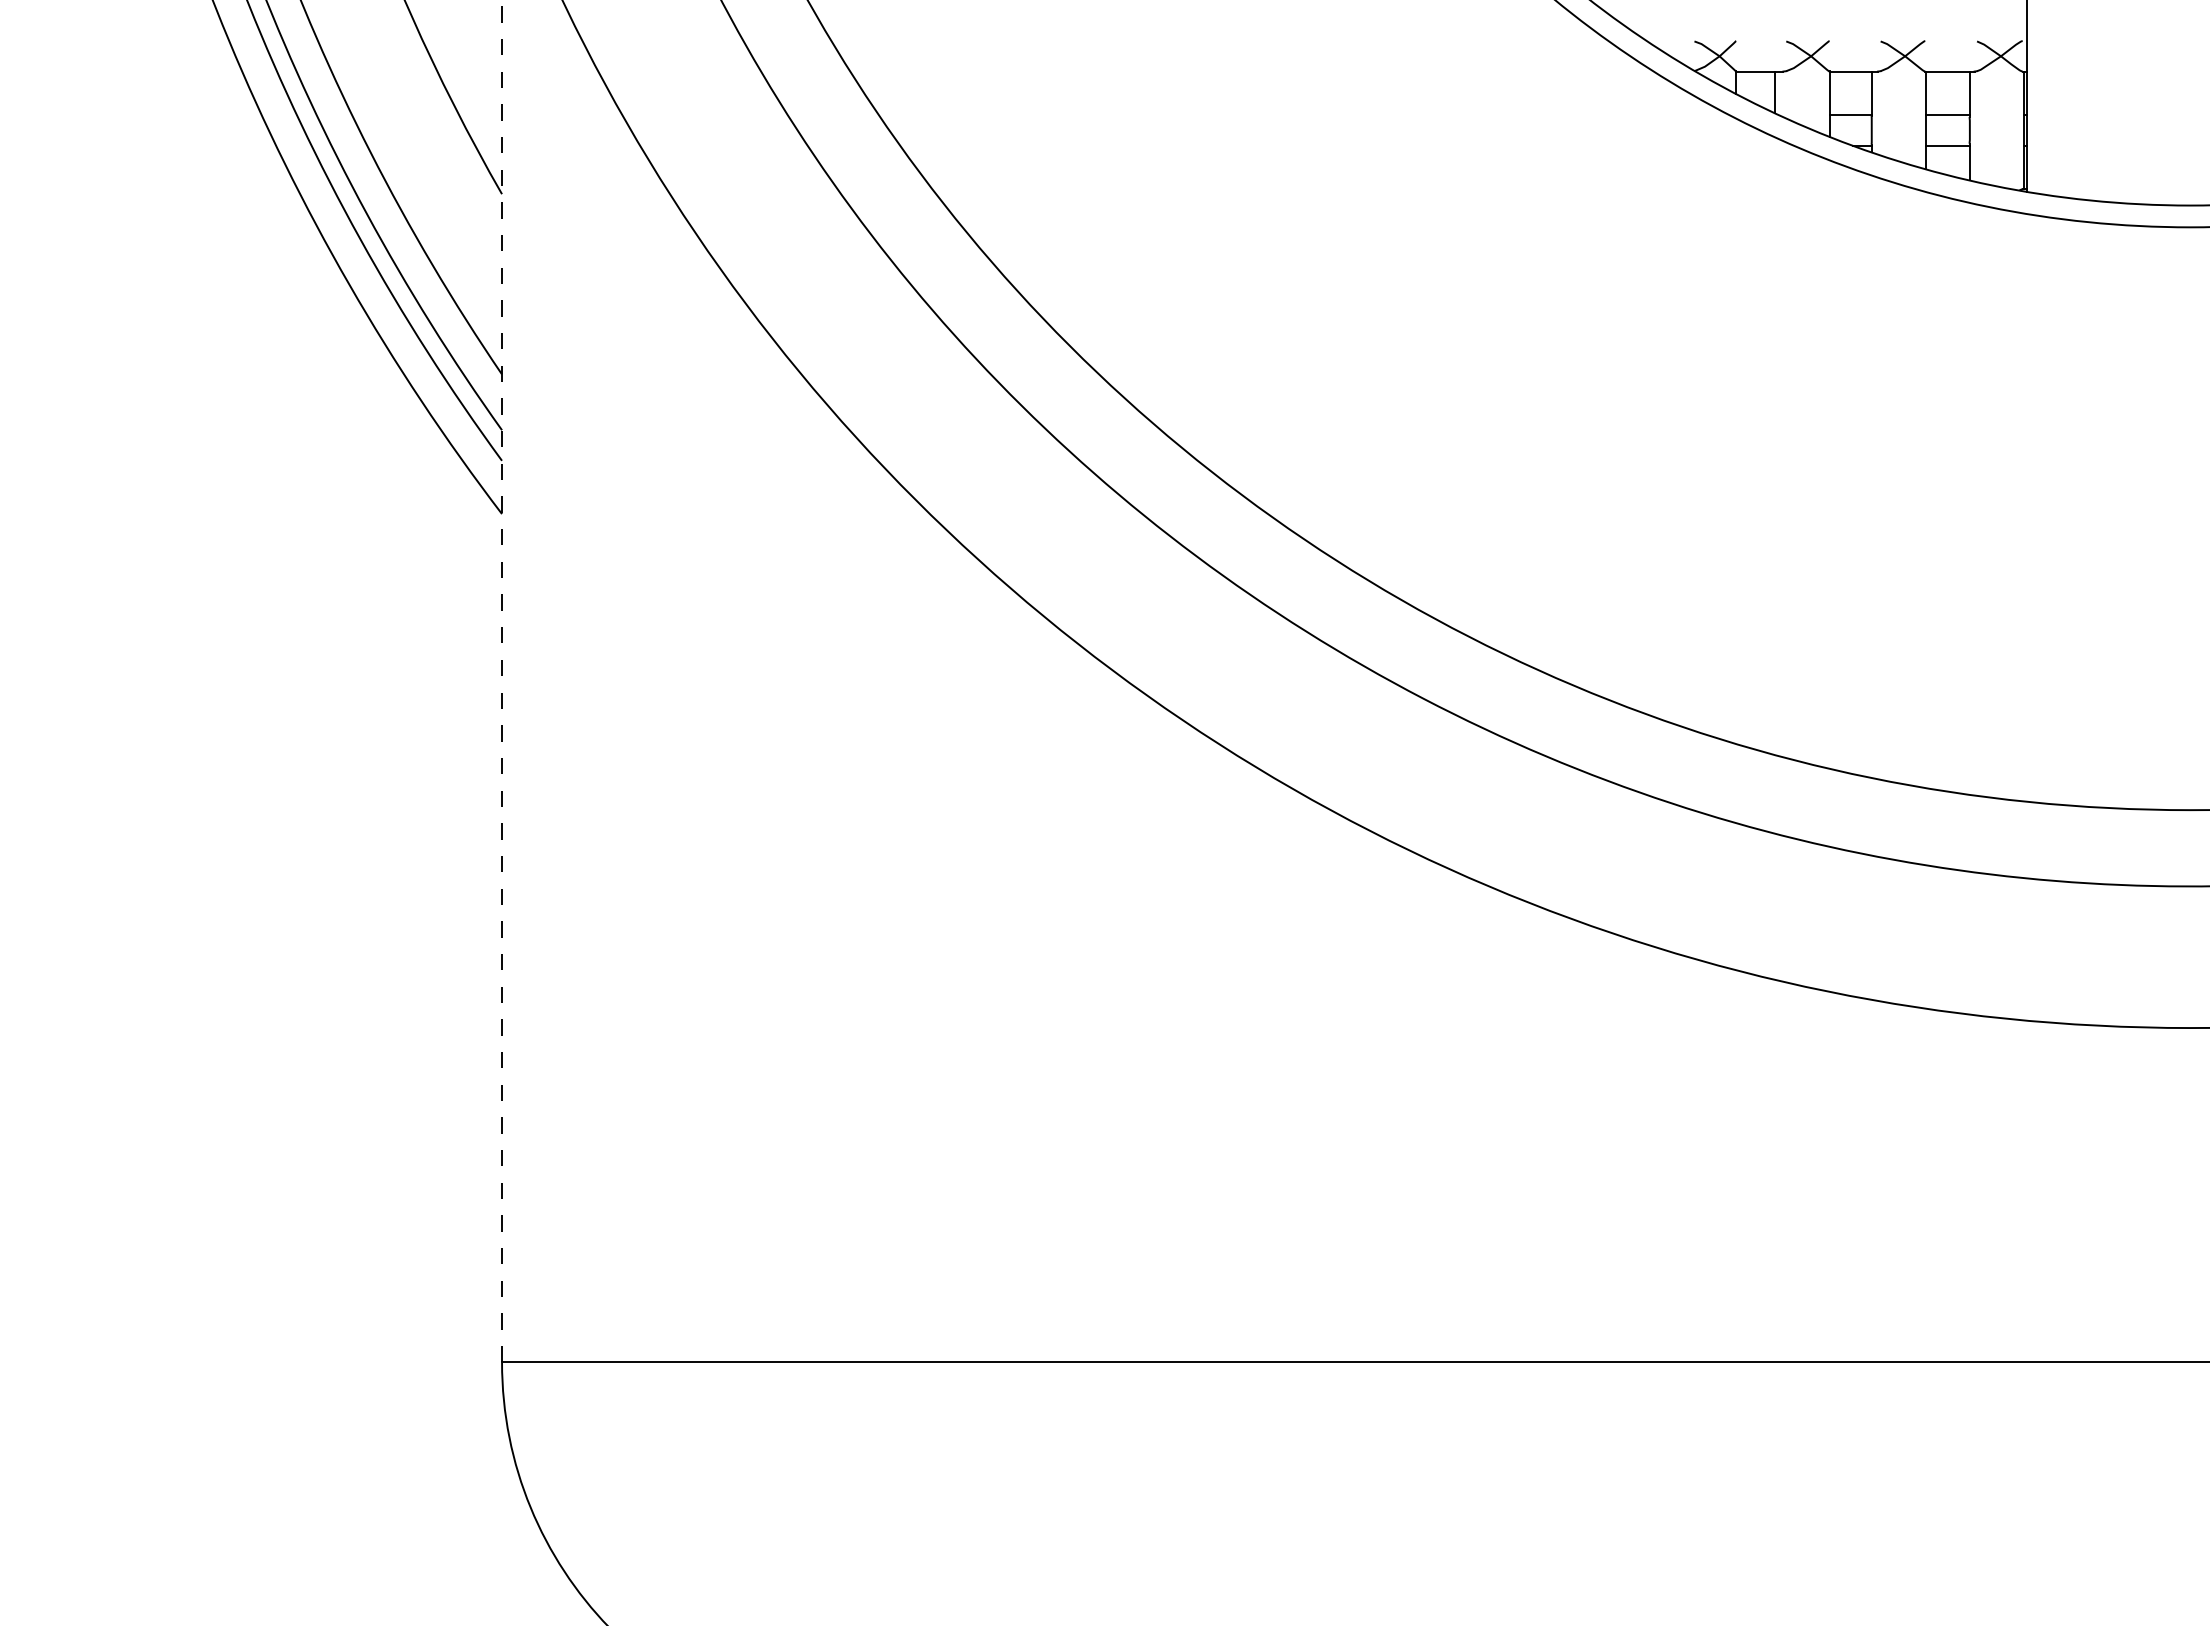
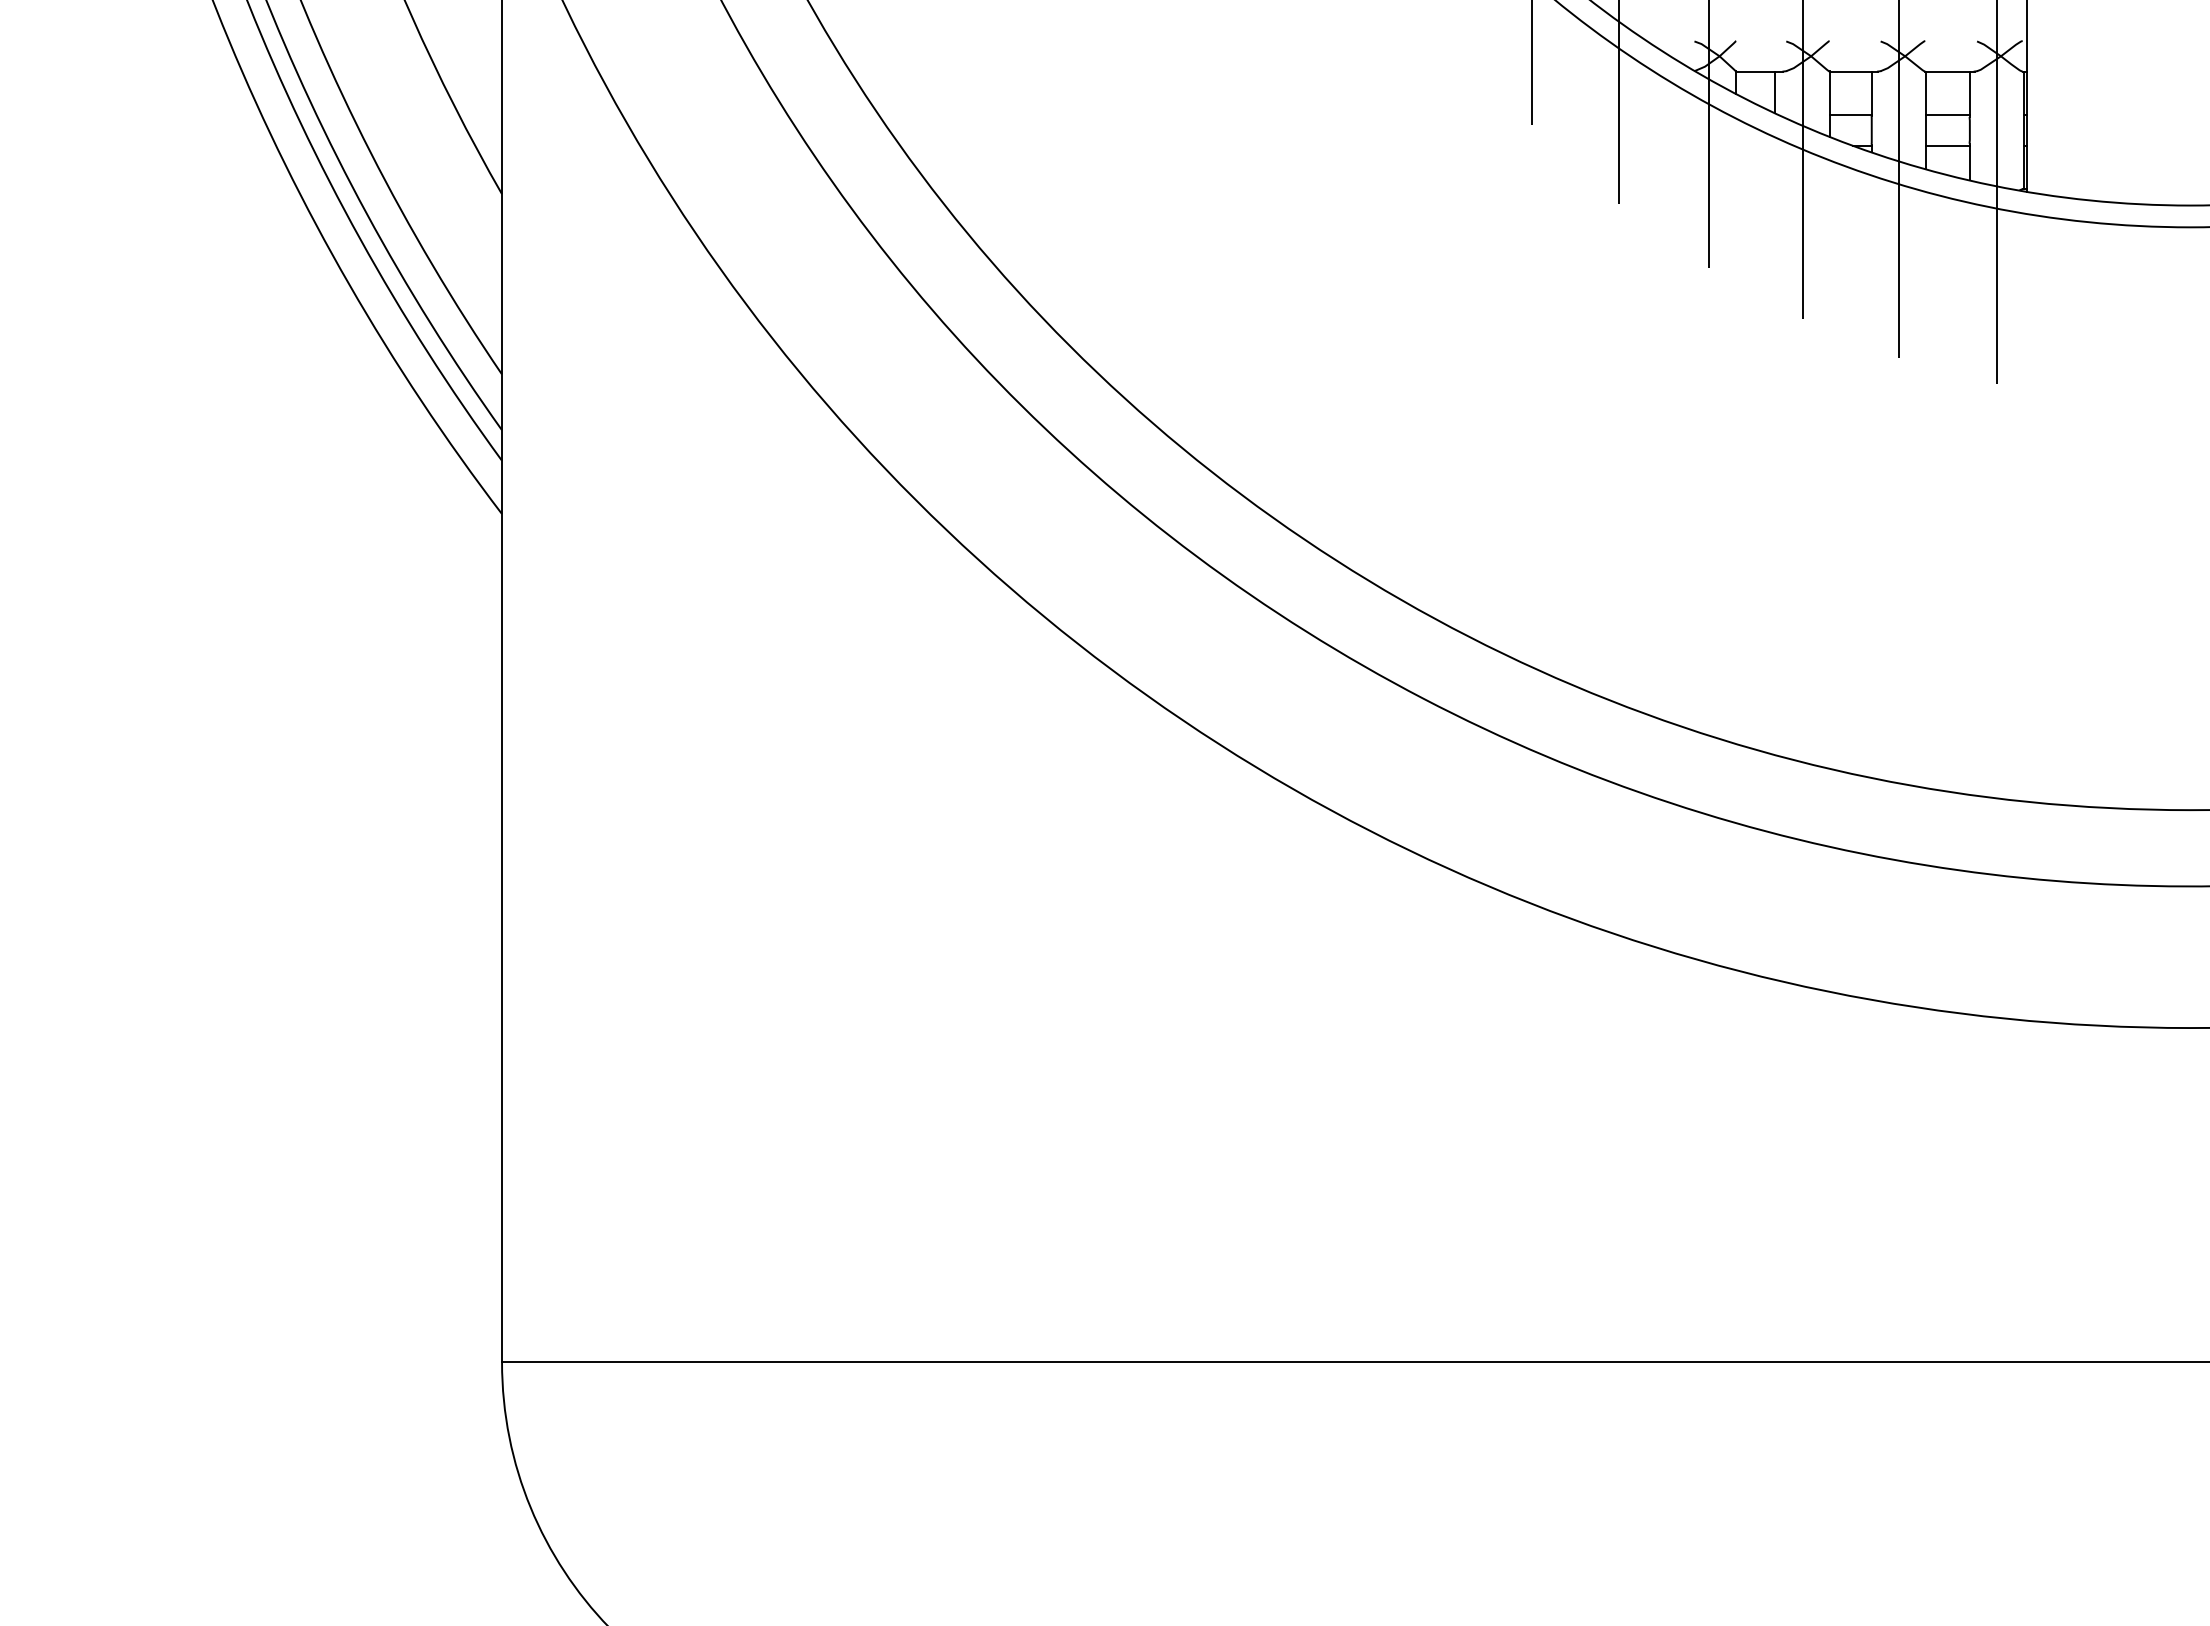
line at (1531, 63): none -> present
line at (1618, 103): none -> present
line at (1709, 134): none -> present
line at (1802, 160): none -> present
line at (1898, 179): none -> present
line at (1996, 192): none -> present
line at (502, 680): dashed -> solid
